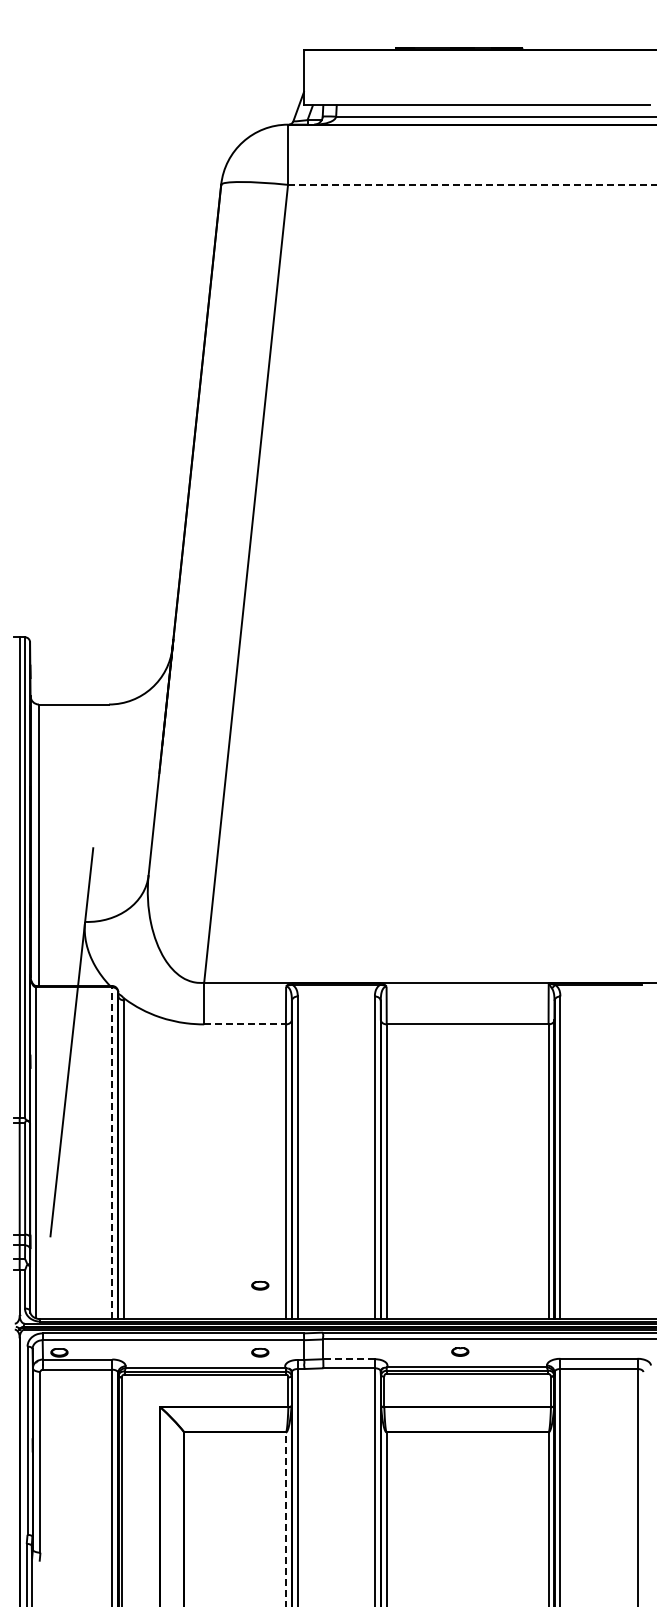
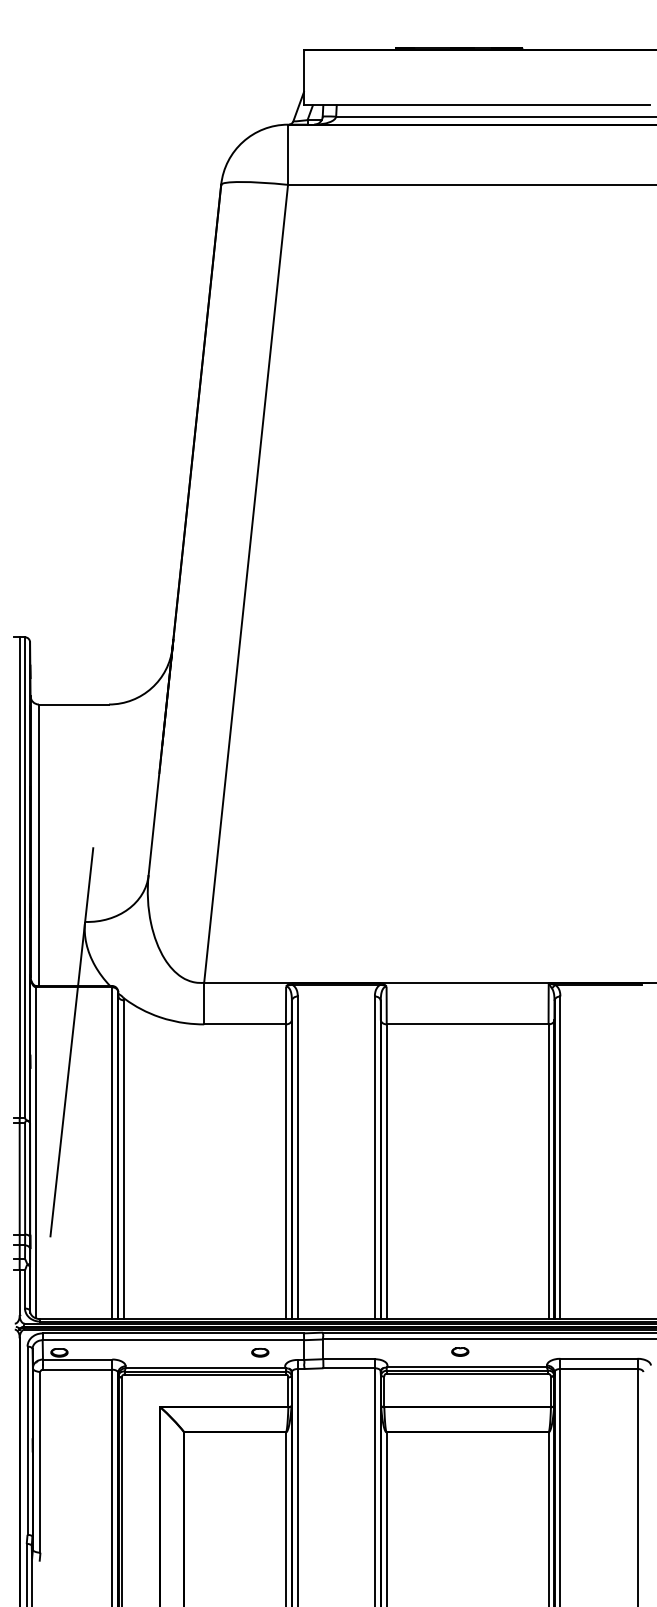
line at (472, 184): dashed -> solid
line at (245, 1024): dashed -> solid
line at (112, 1153): dashed -> solid
part at (260, 1285): present -> none
line at (349, 1359): dashed -> solid
line at (285, 1519): dashed -> solid
